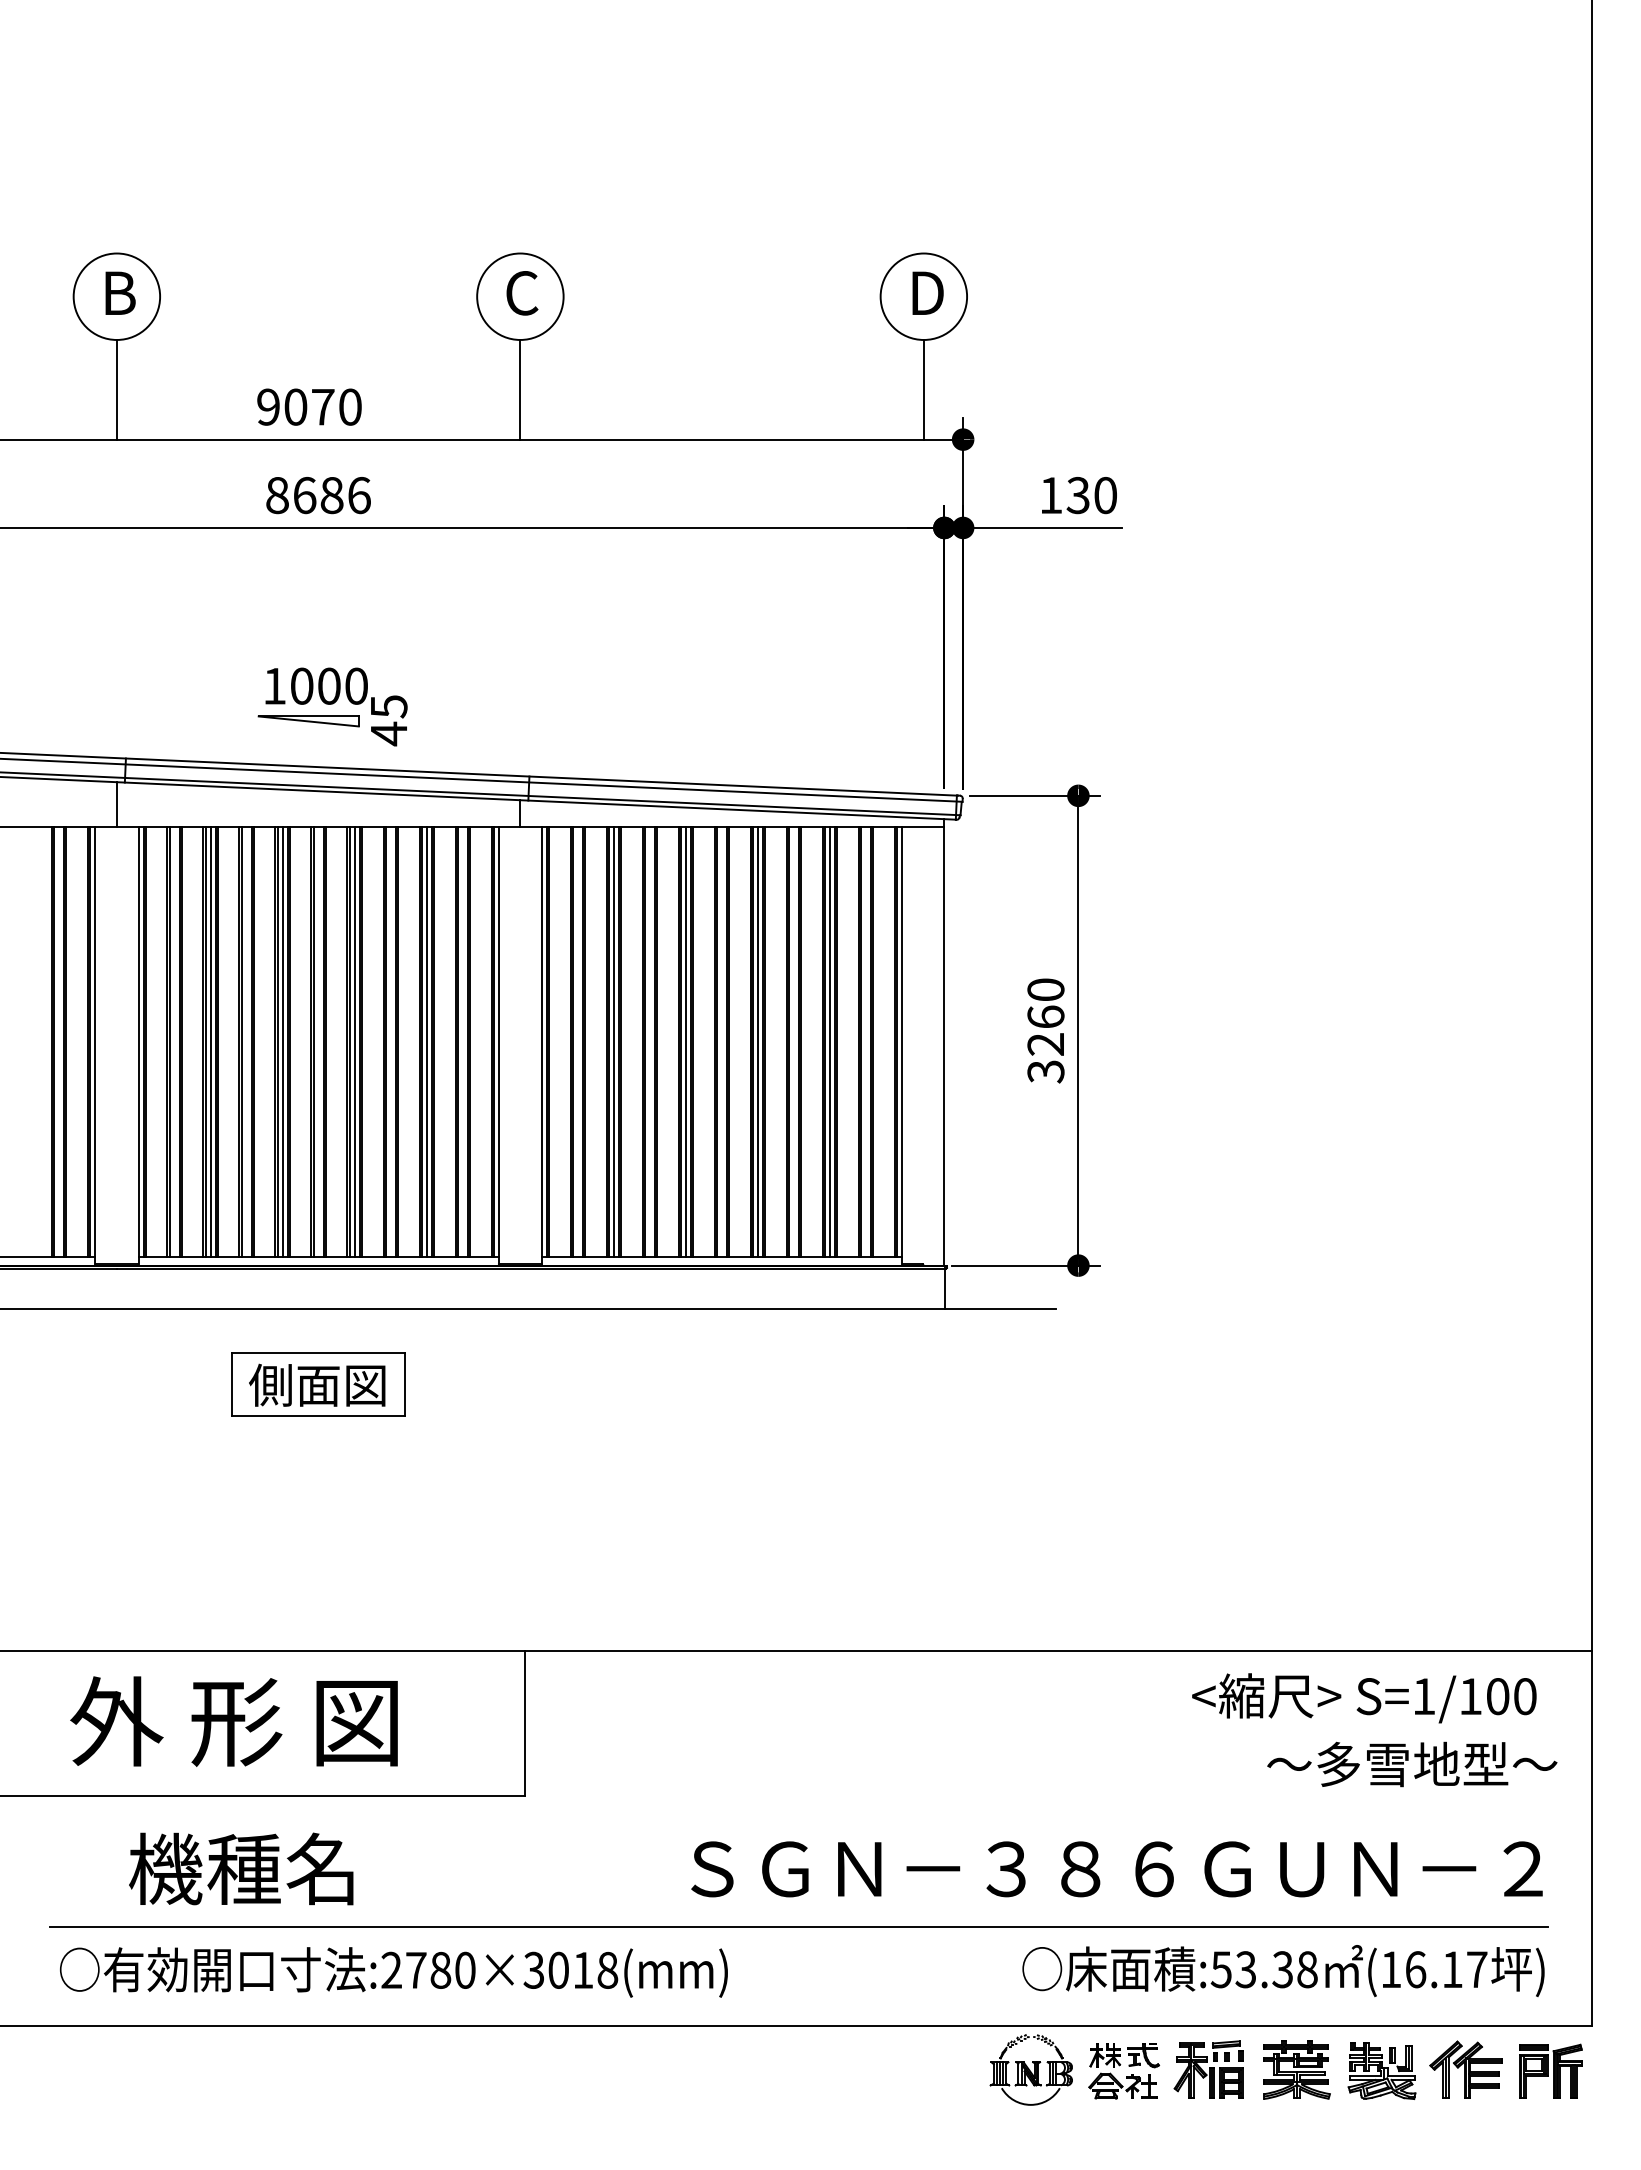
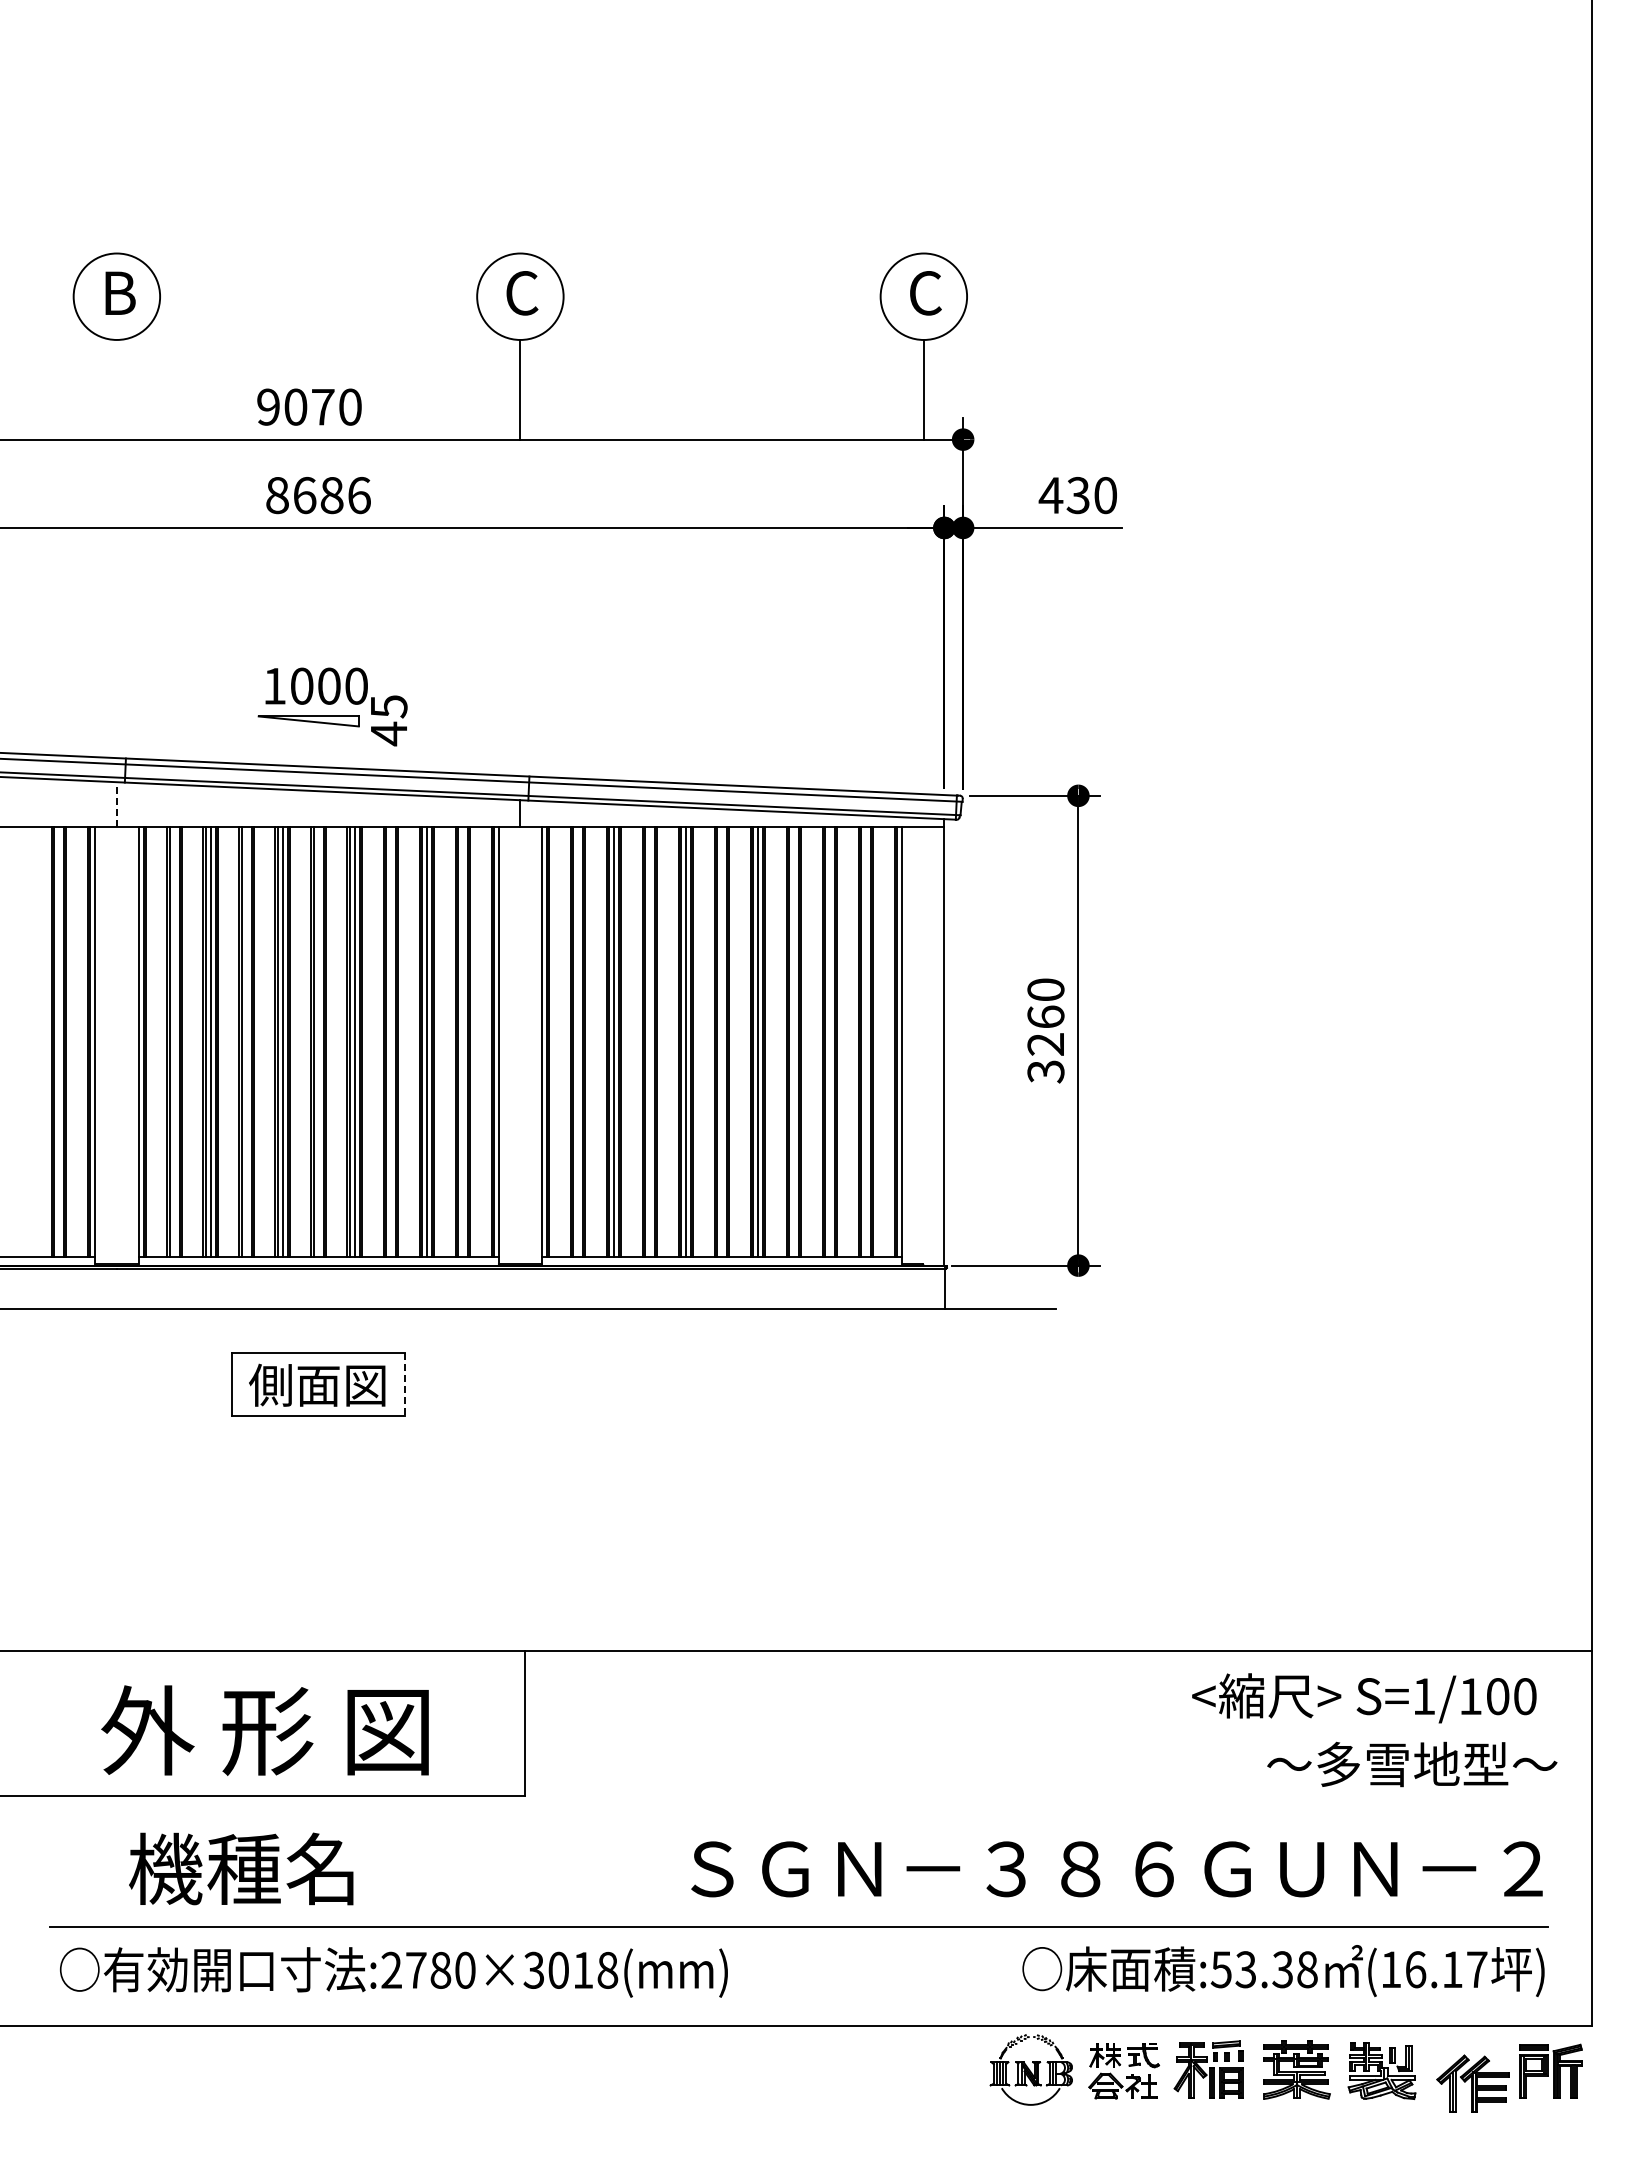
text at (926, 293): D -> C
line at (116, 389): present -> none
text at (1050, 495): 130 -> 430
line at (116, 804): solid -> dashed
line at (830, 1041): present -> none
line at (405, 1384): solid -> dashed
text at (233, 1721) position: (233, 1721) -> (264, 1730)
part at (1465, 2069) position: (1465, 2069) -> (1472, 2083)
